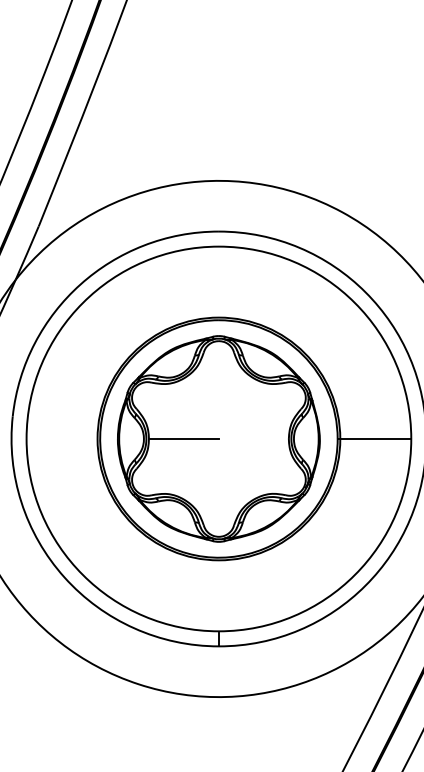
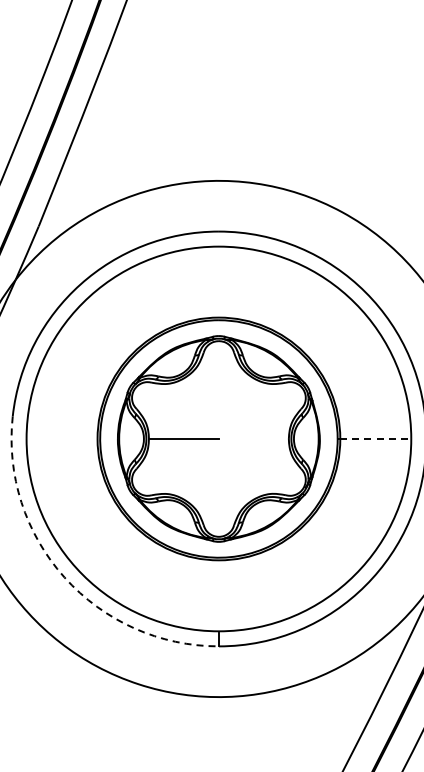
line at (376, 438): solid -> dashed
arc at (64, 577): solid -> dashed
